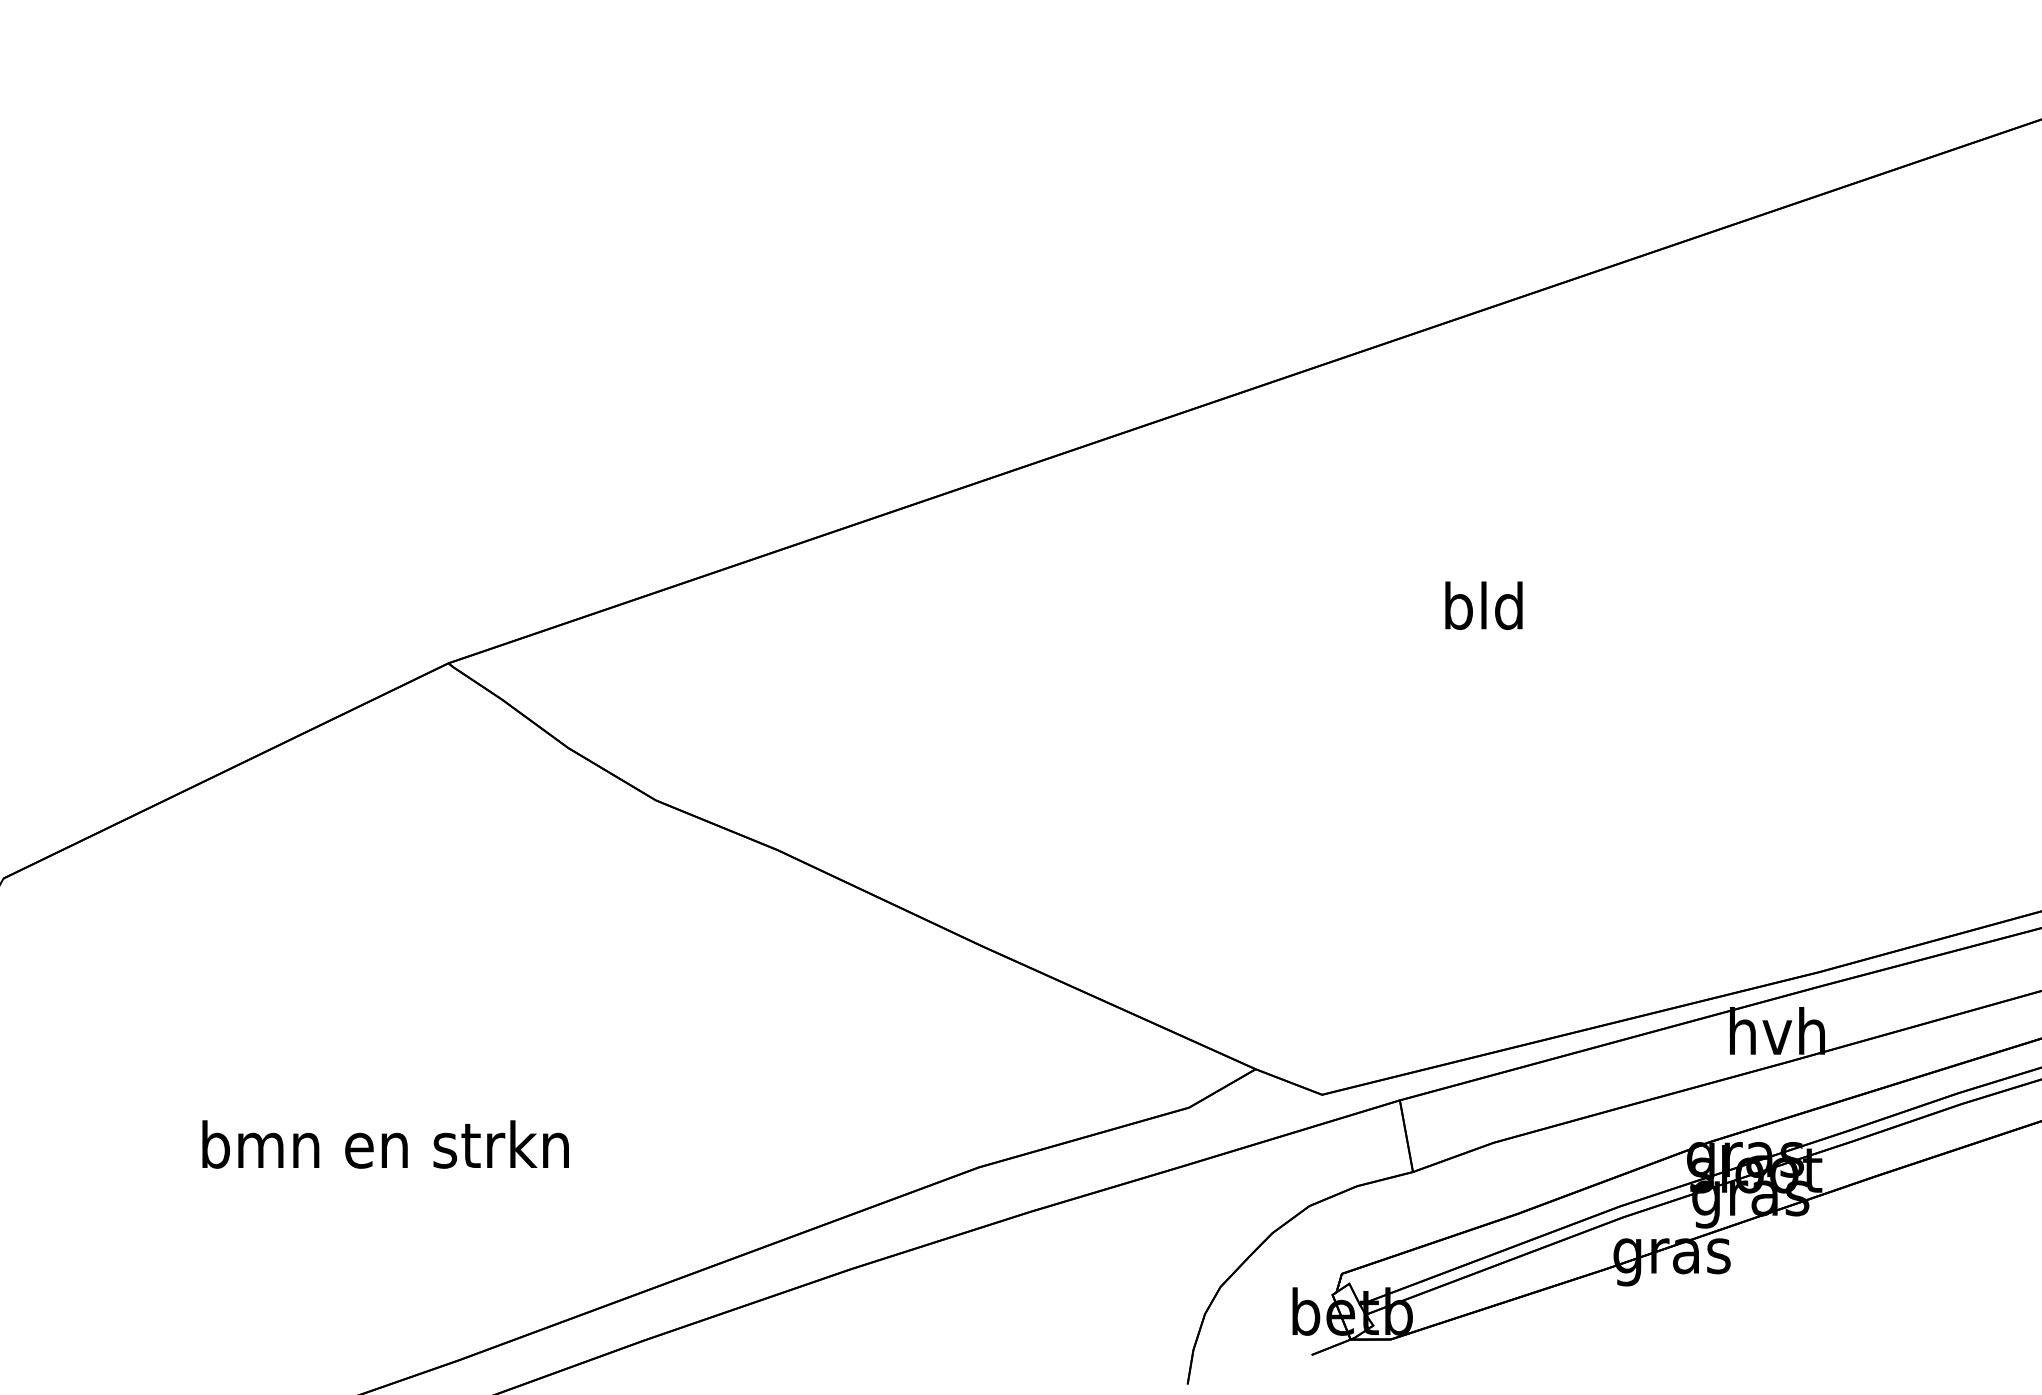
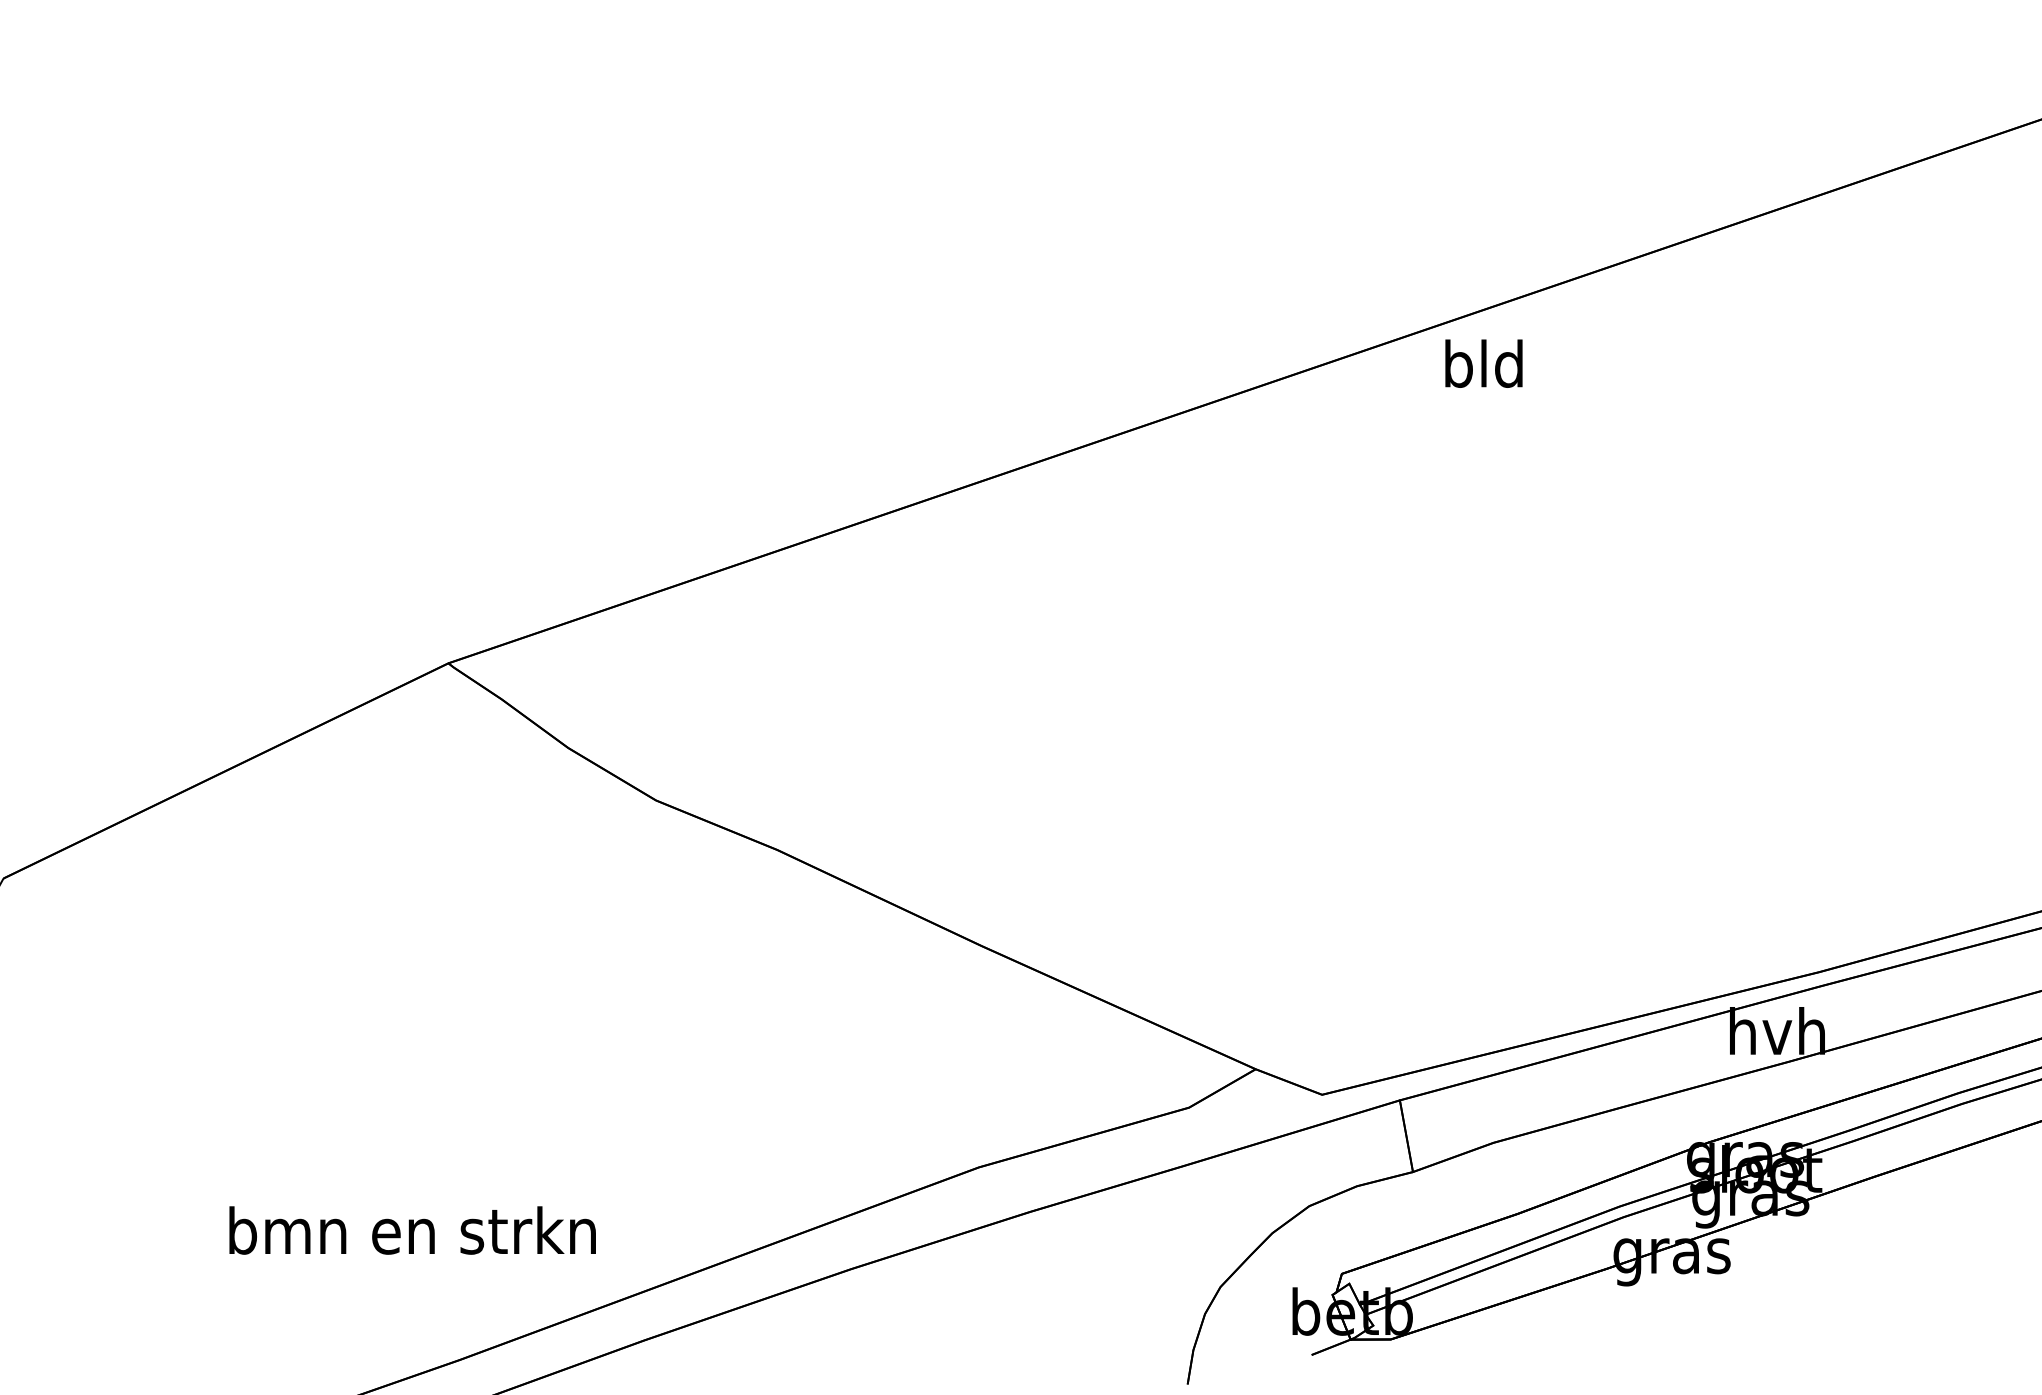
text at (1483, 605) position: (1483, 605) -> (1483, 363)
text at (385, 1144) position: (385, 1144) -> (412, 1230)
